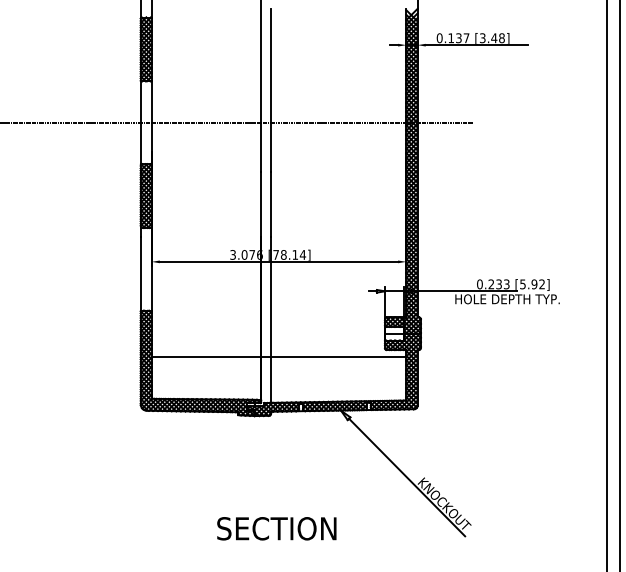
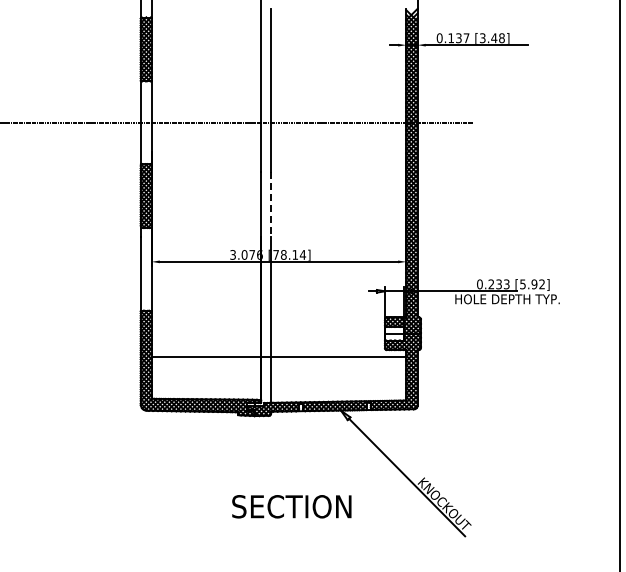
line at (271, 204): solid -> dashed
line at (607, 285): present -> none
text at (276, 528) position: (276, 528) -> (291, 506)
